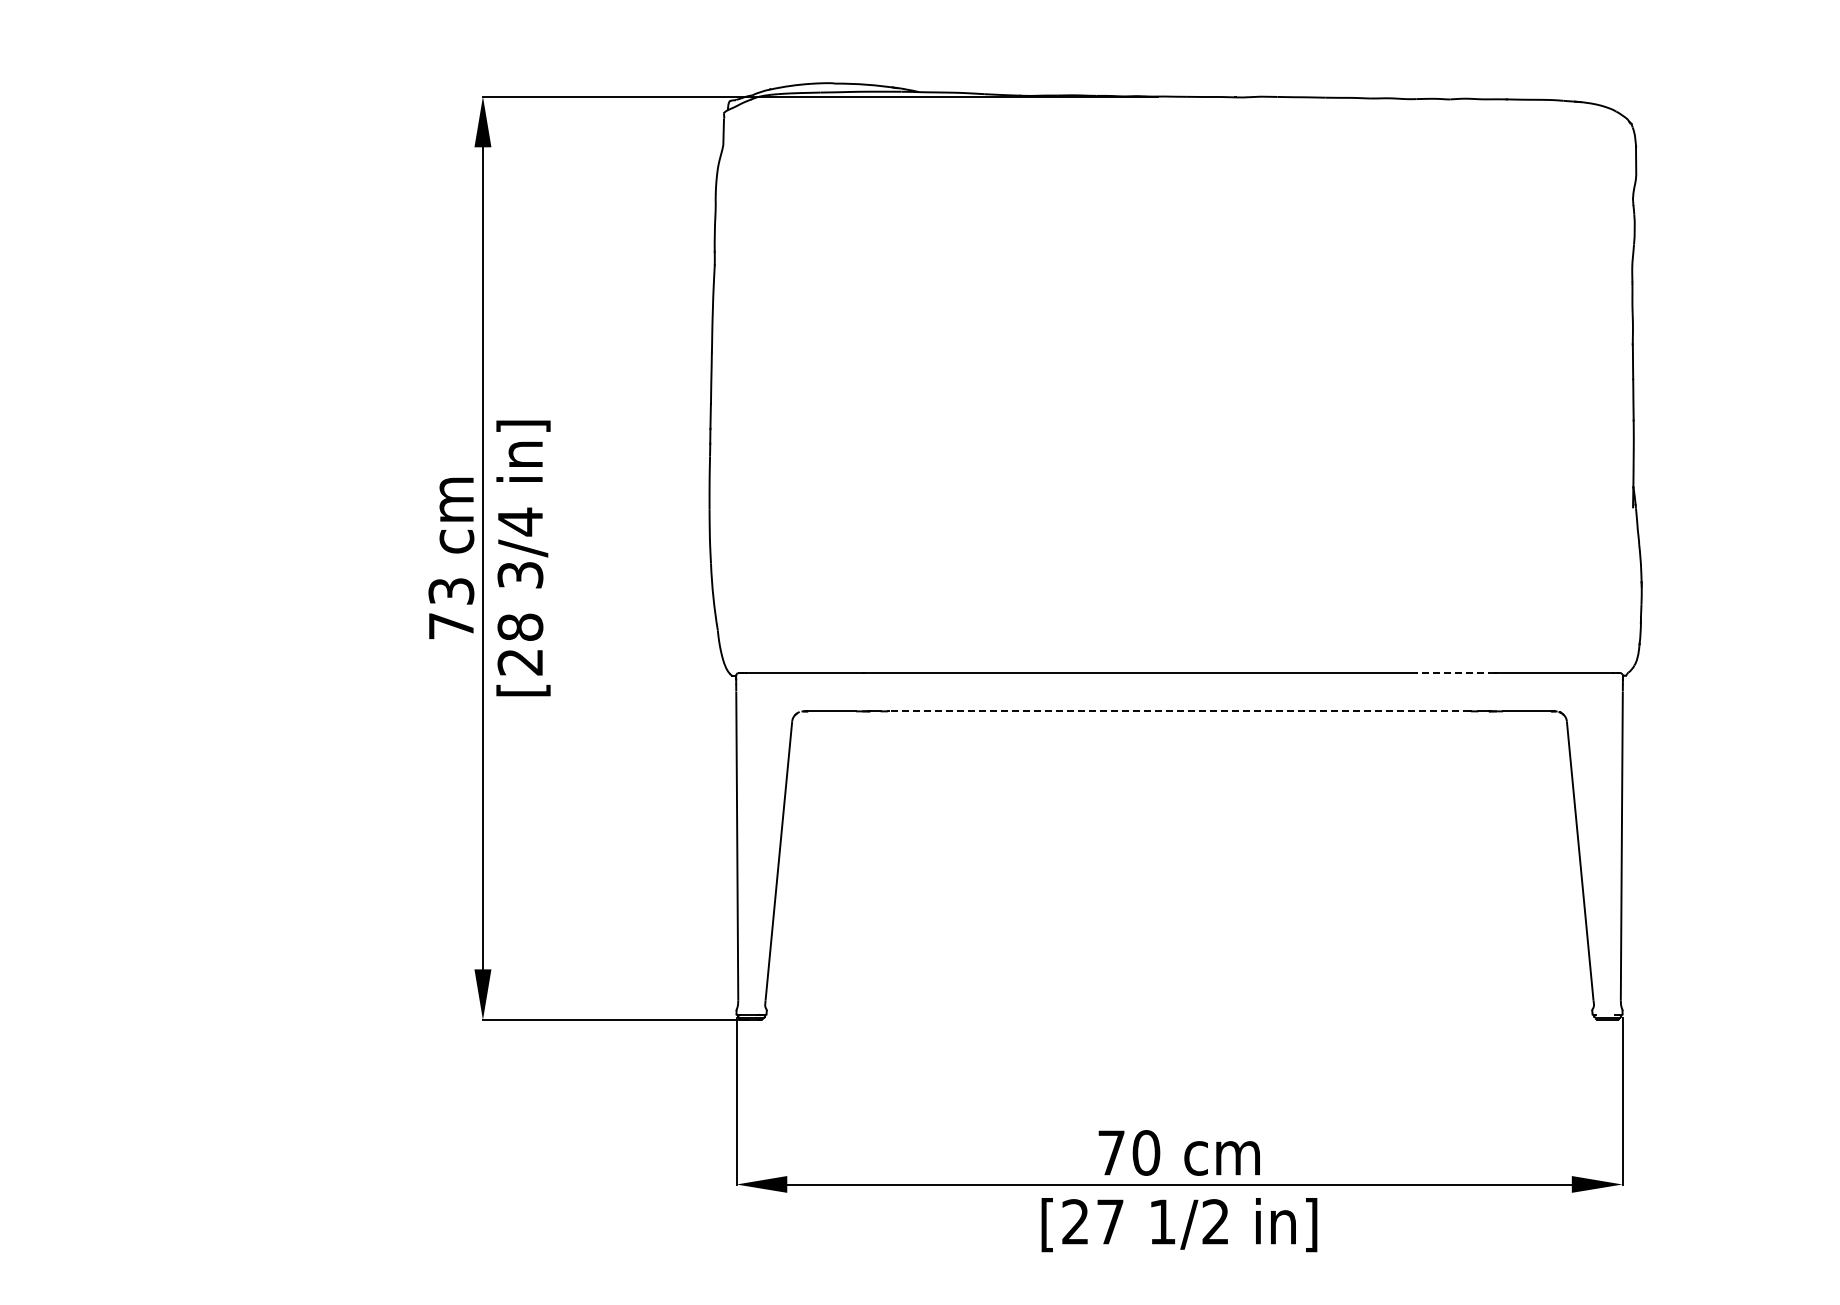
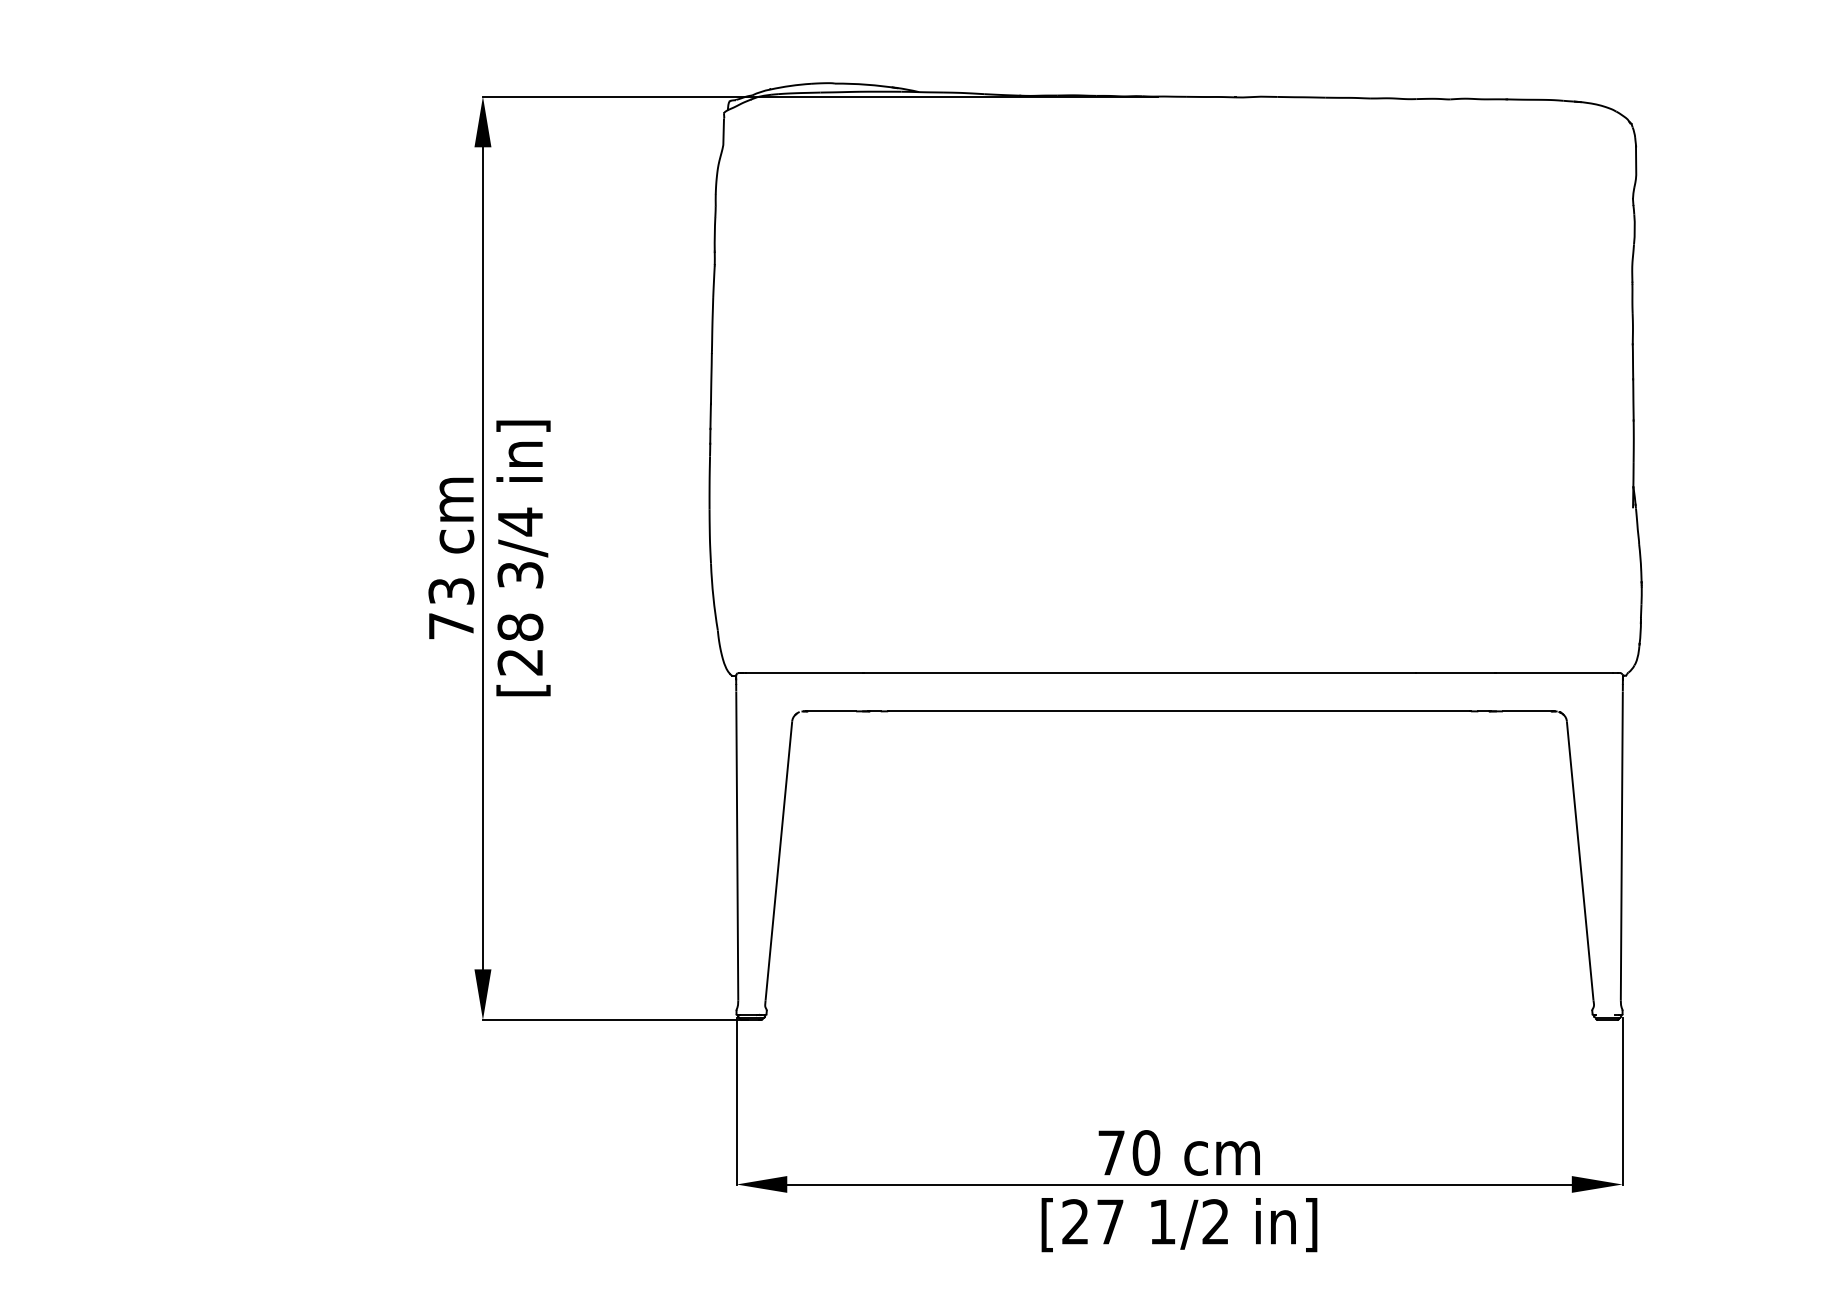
line at (1455, 673): dashed -> solid
line at (1179, 711): dashed -> solid
